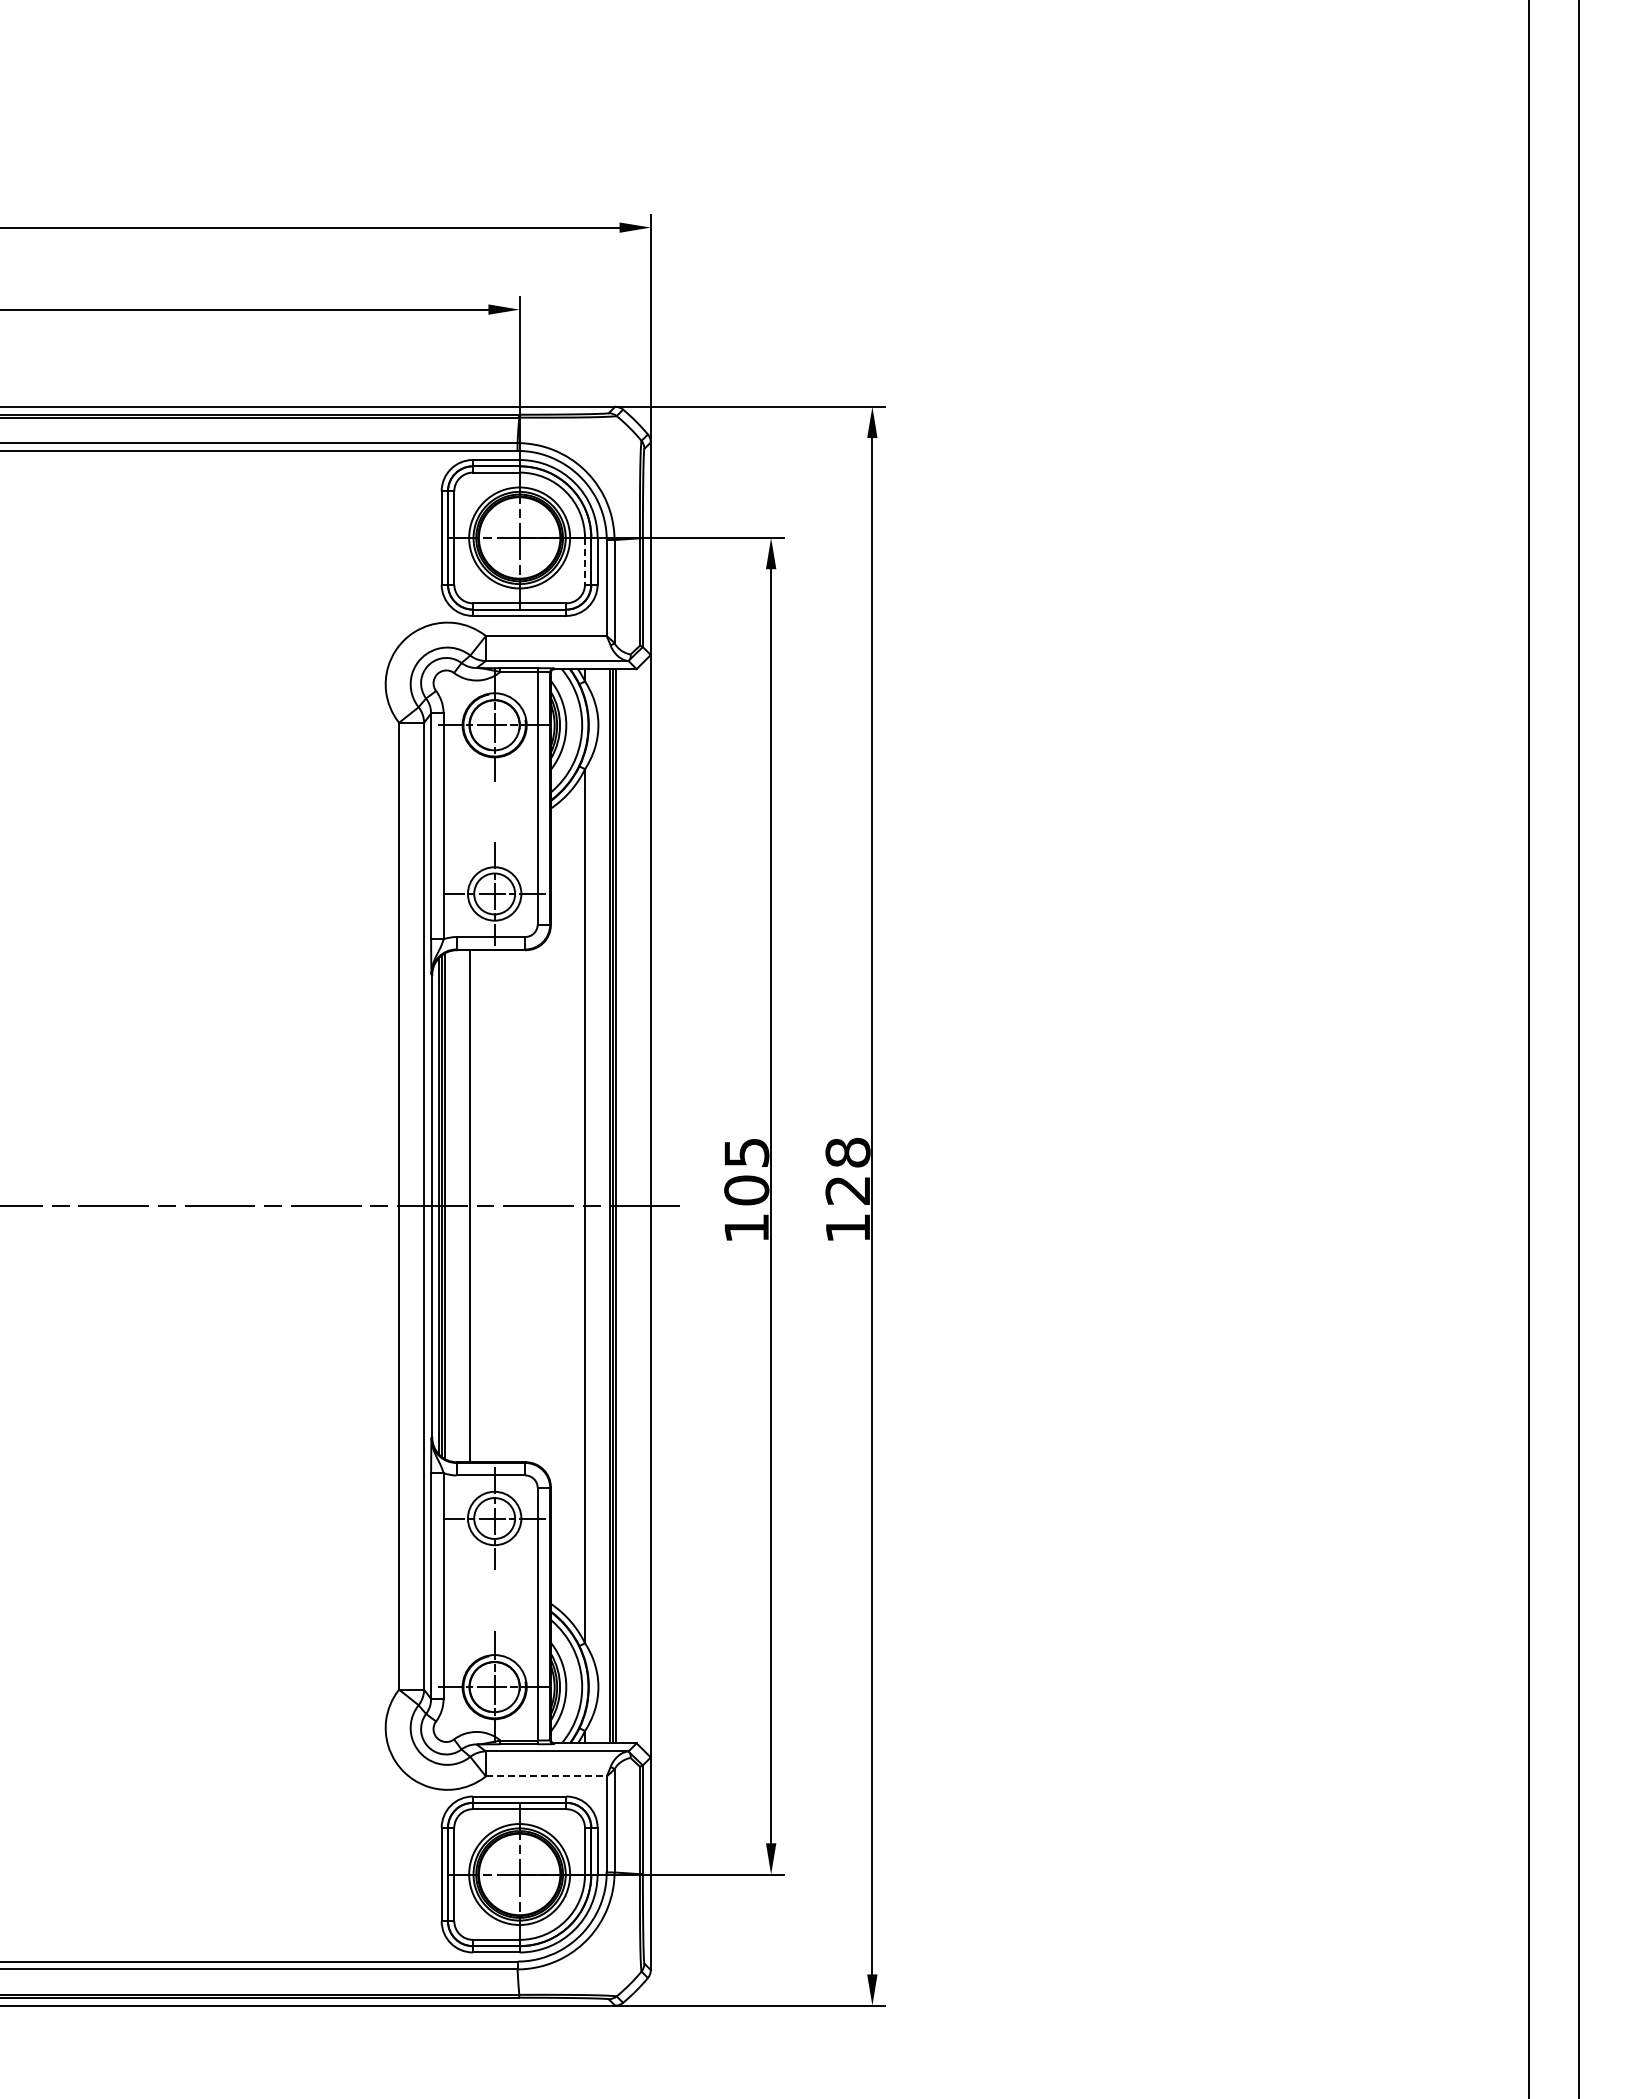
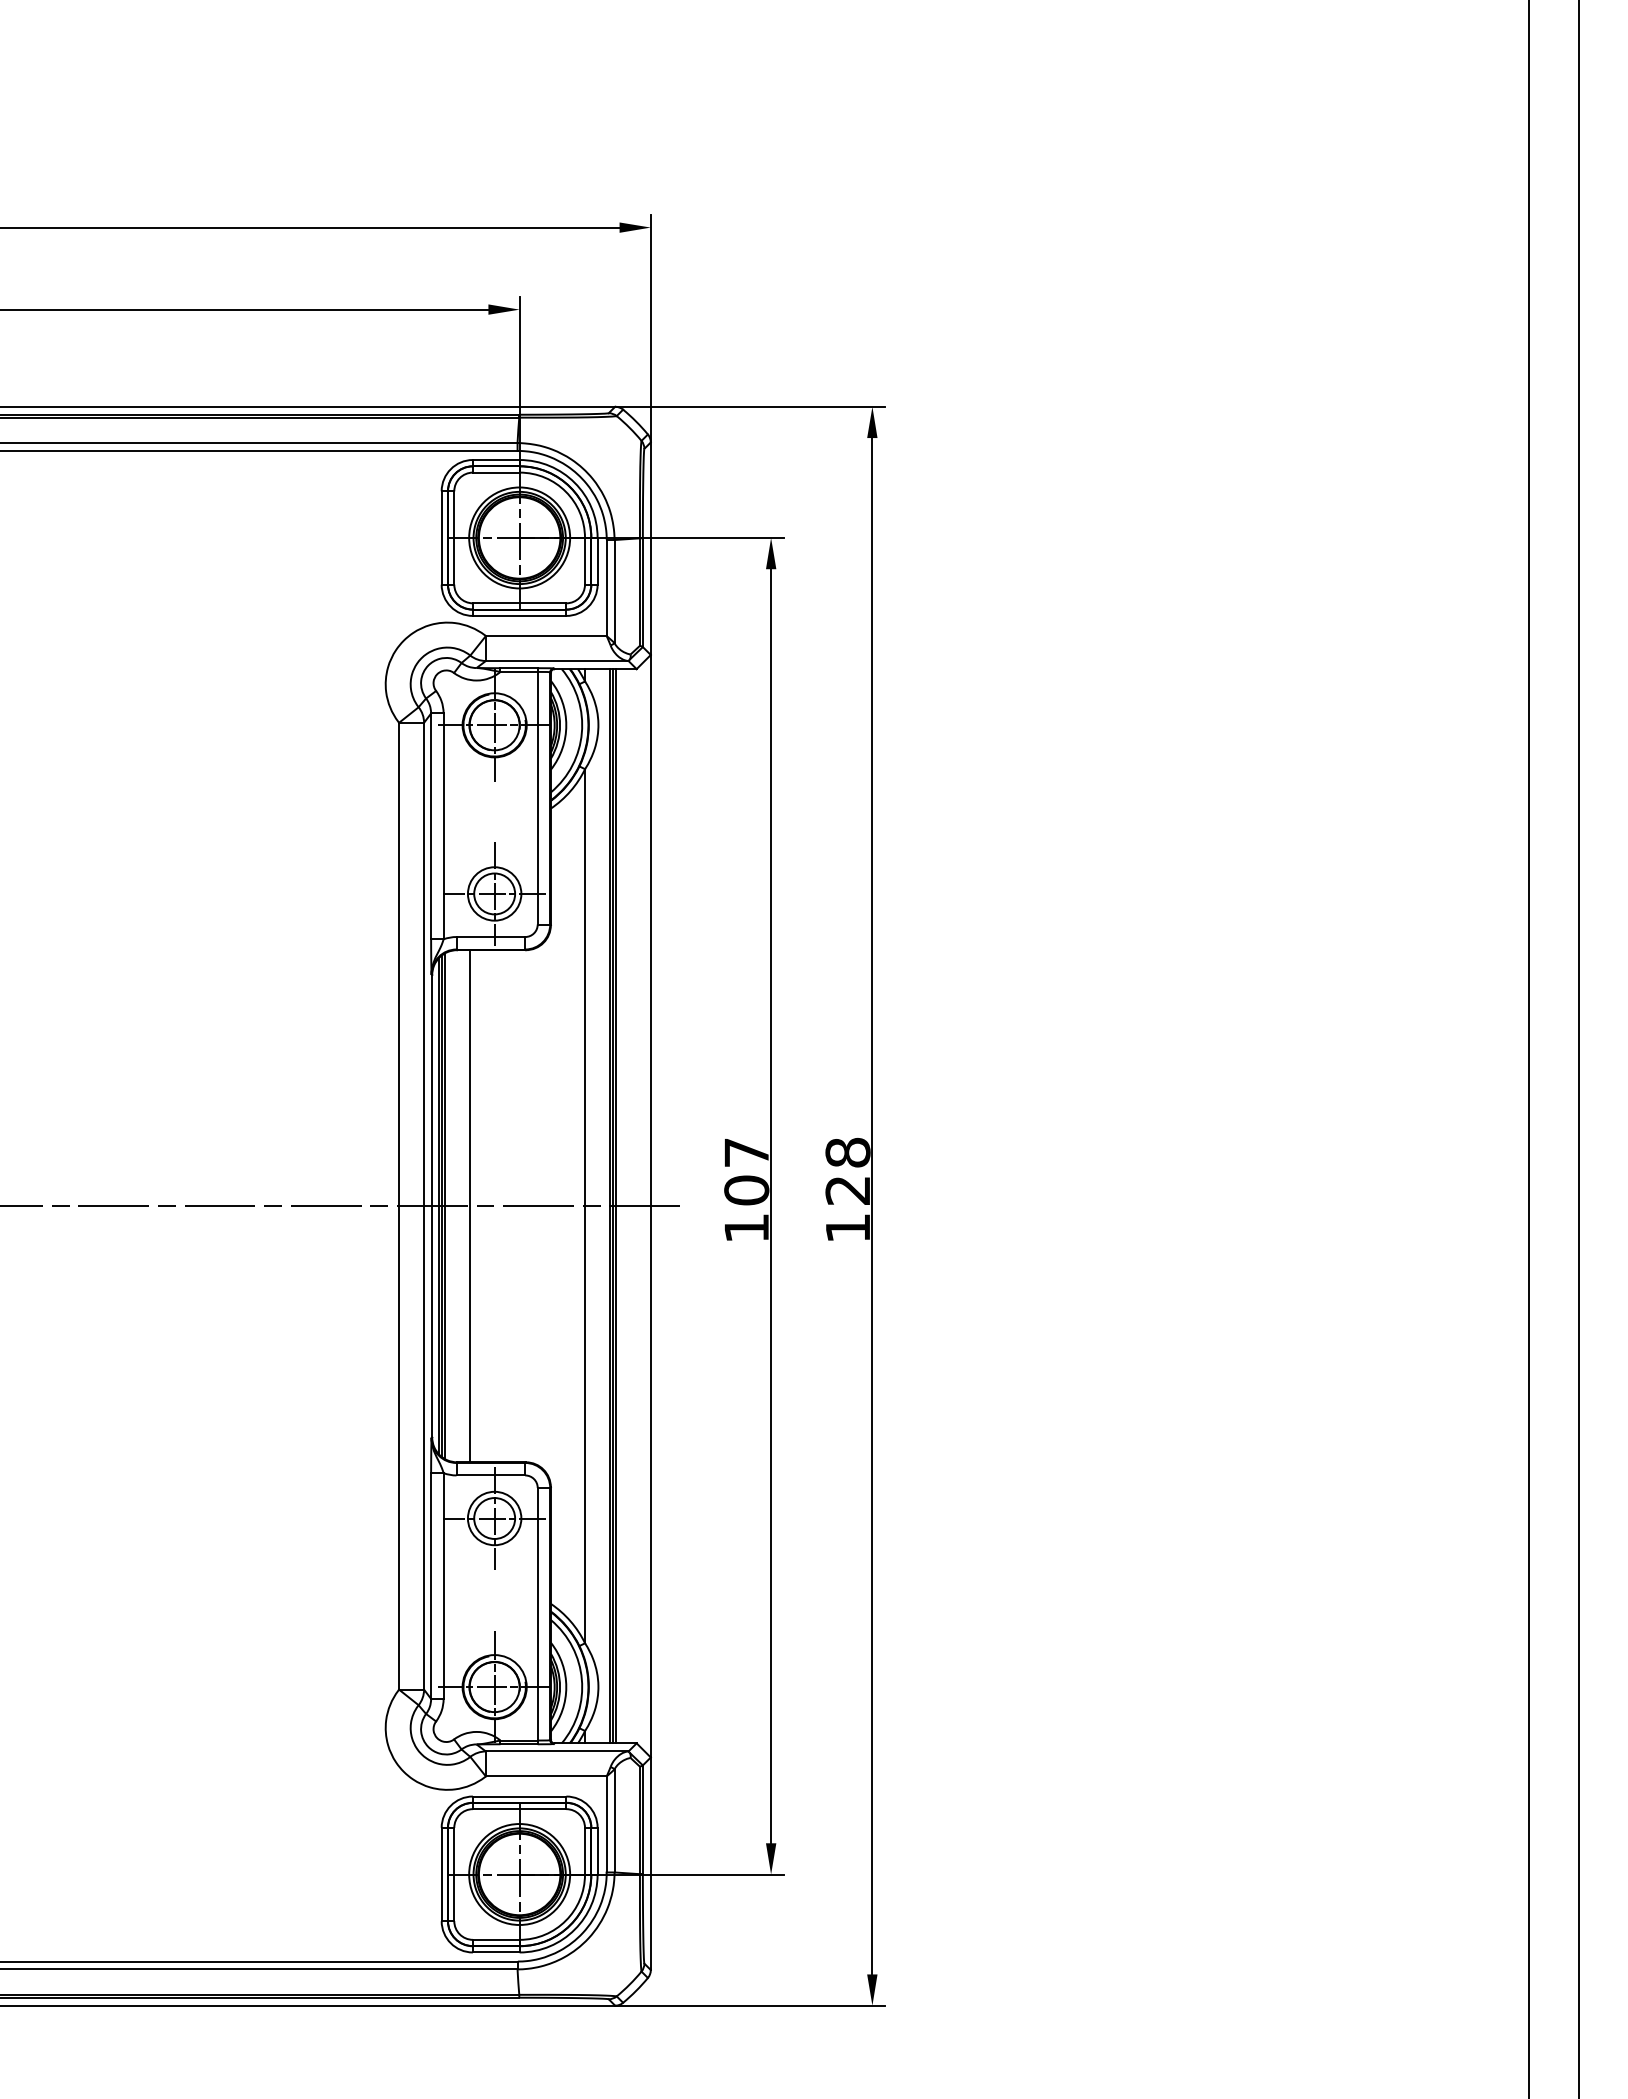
line at (585, 561): dashed -> solid
text at (746, 1152): 105 -> 107
line at (546, 1776): dashed -> solid
